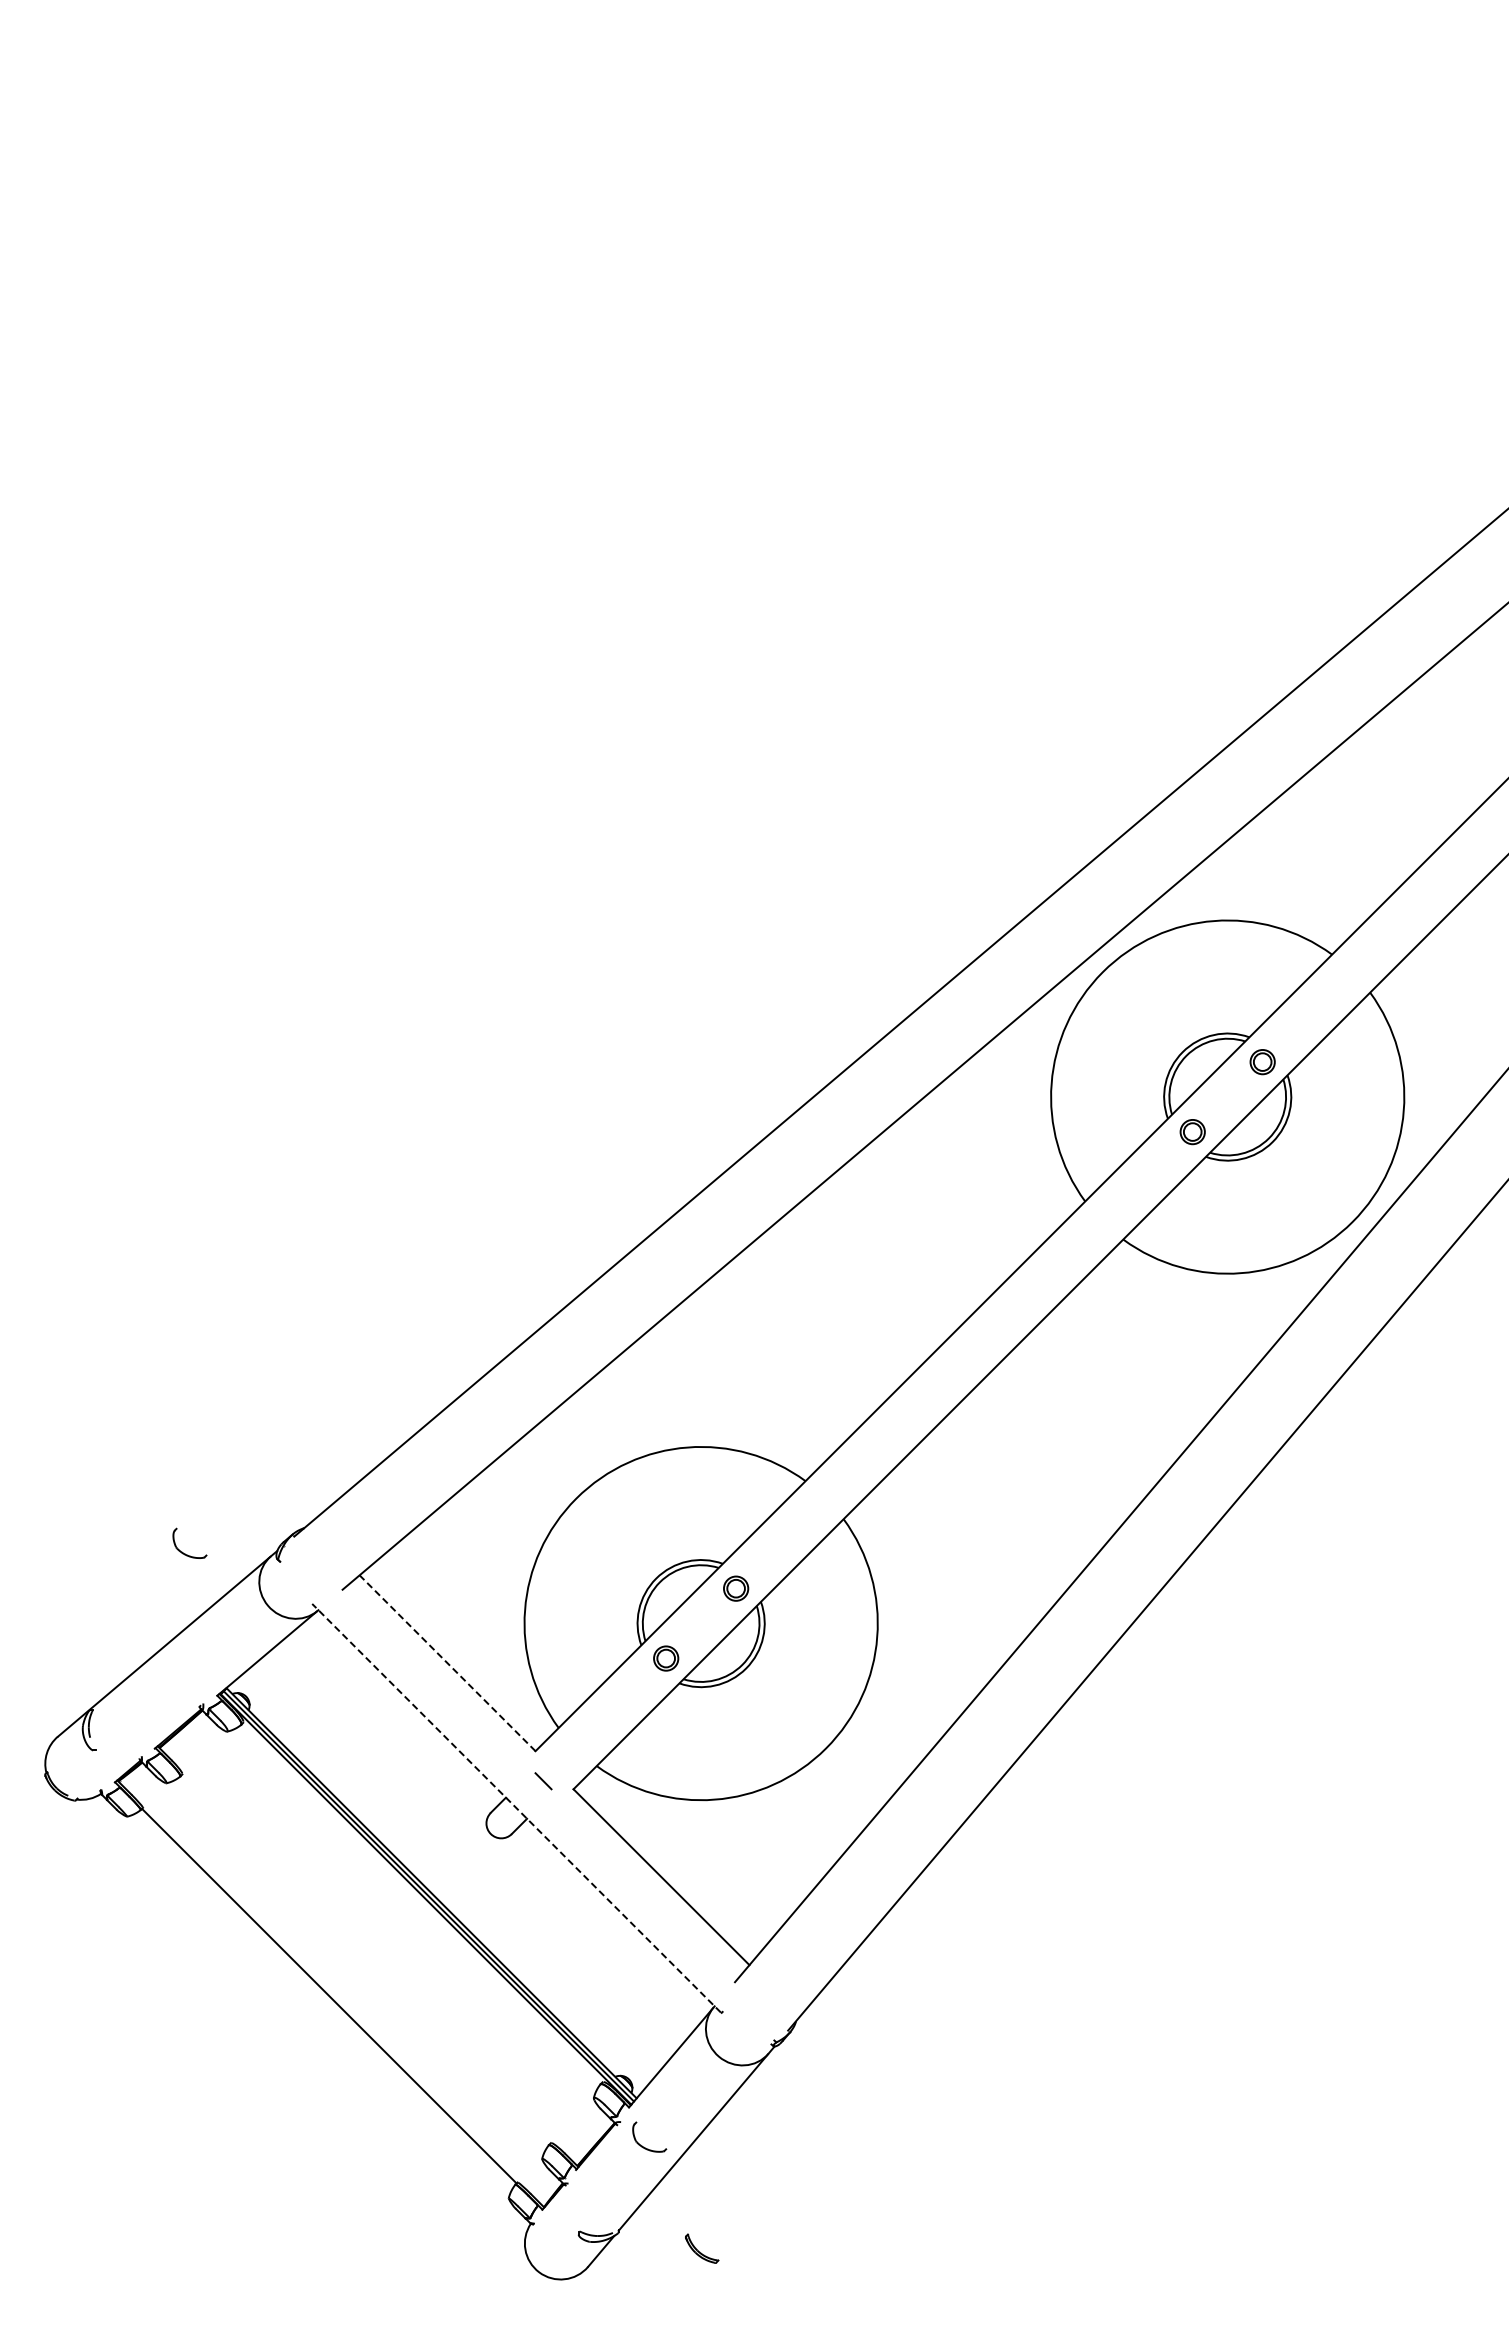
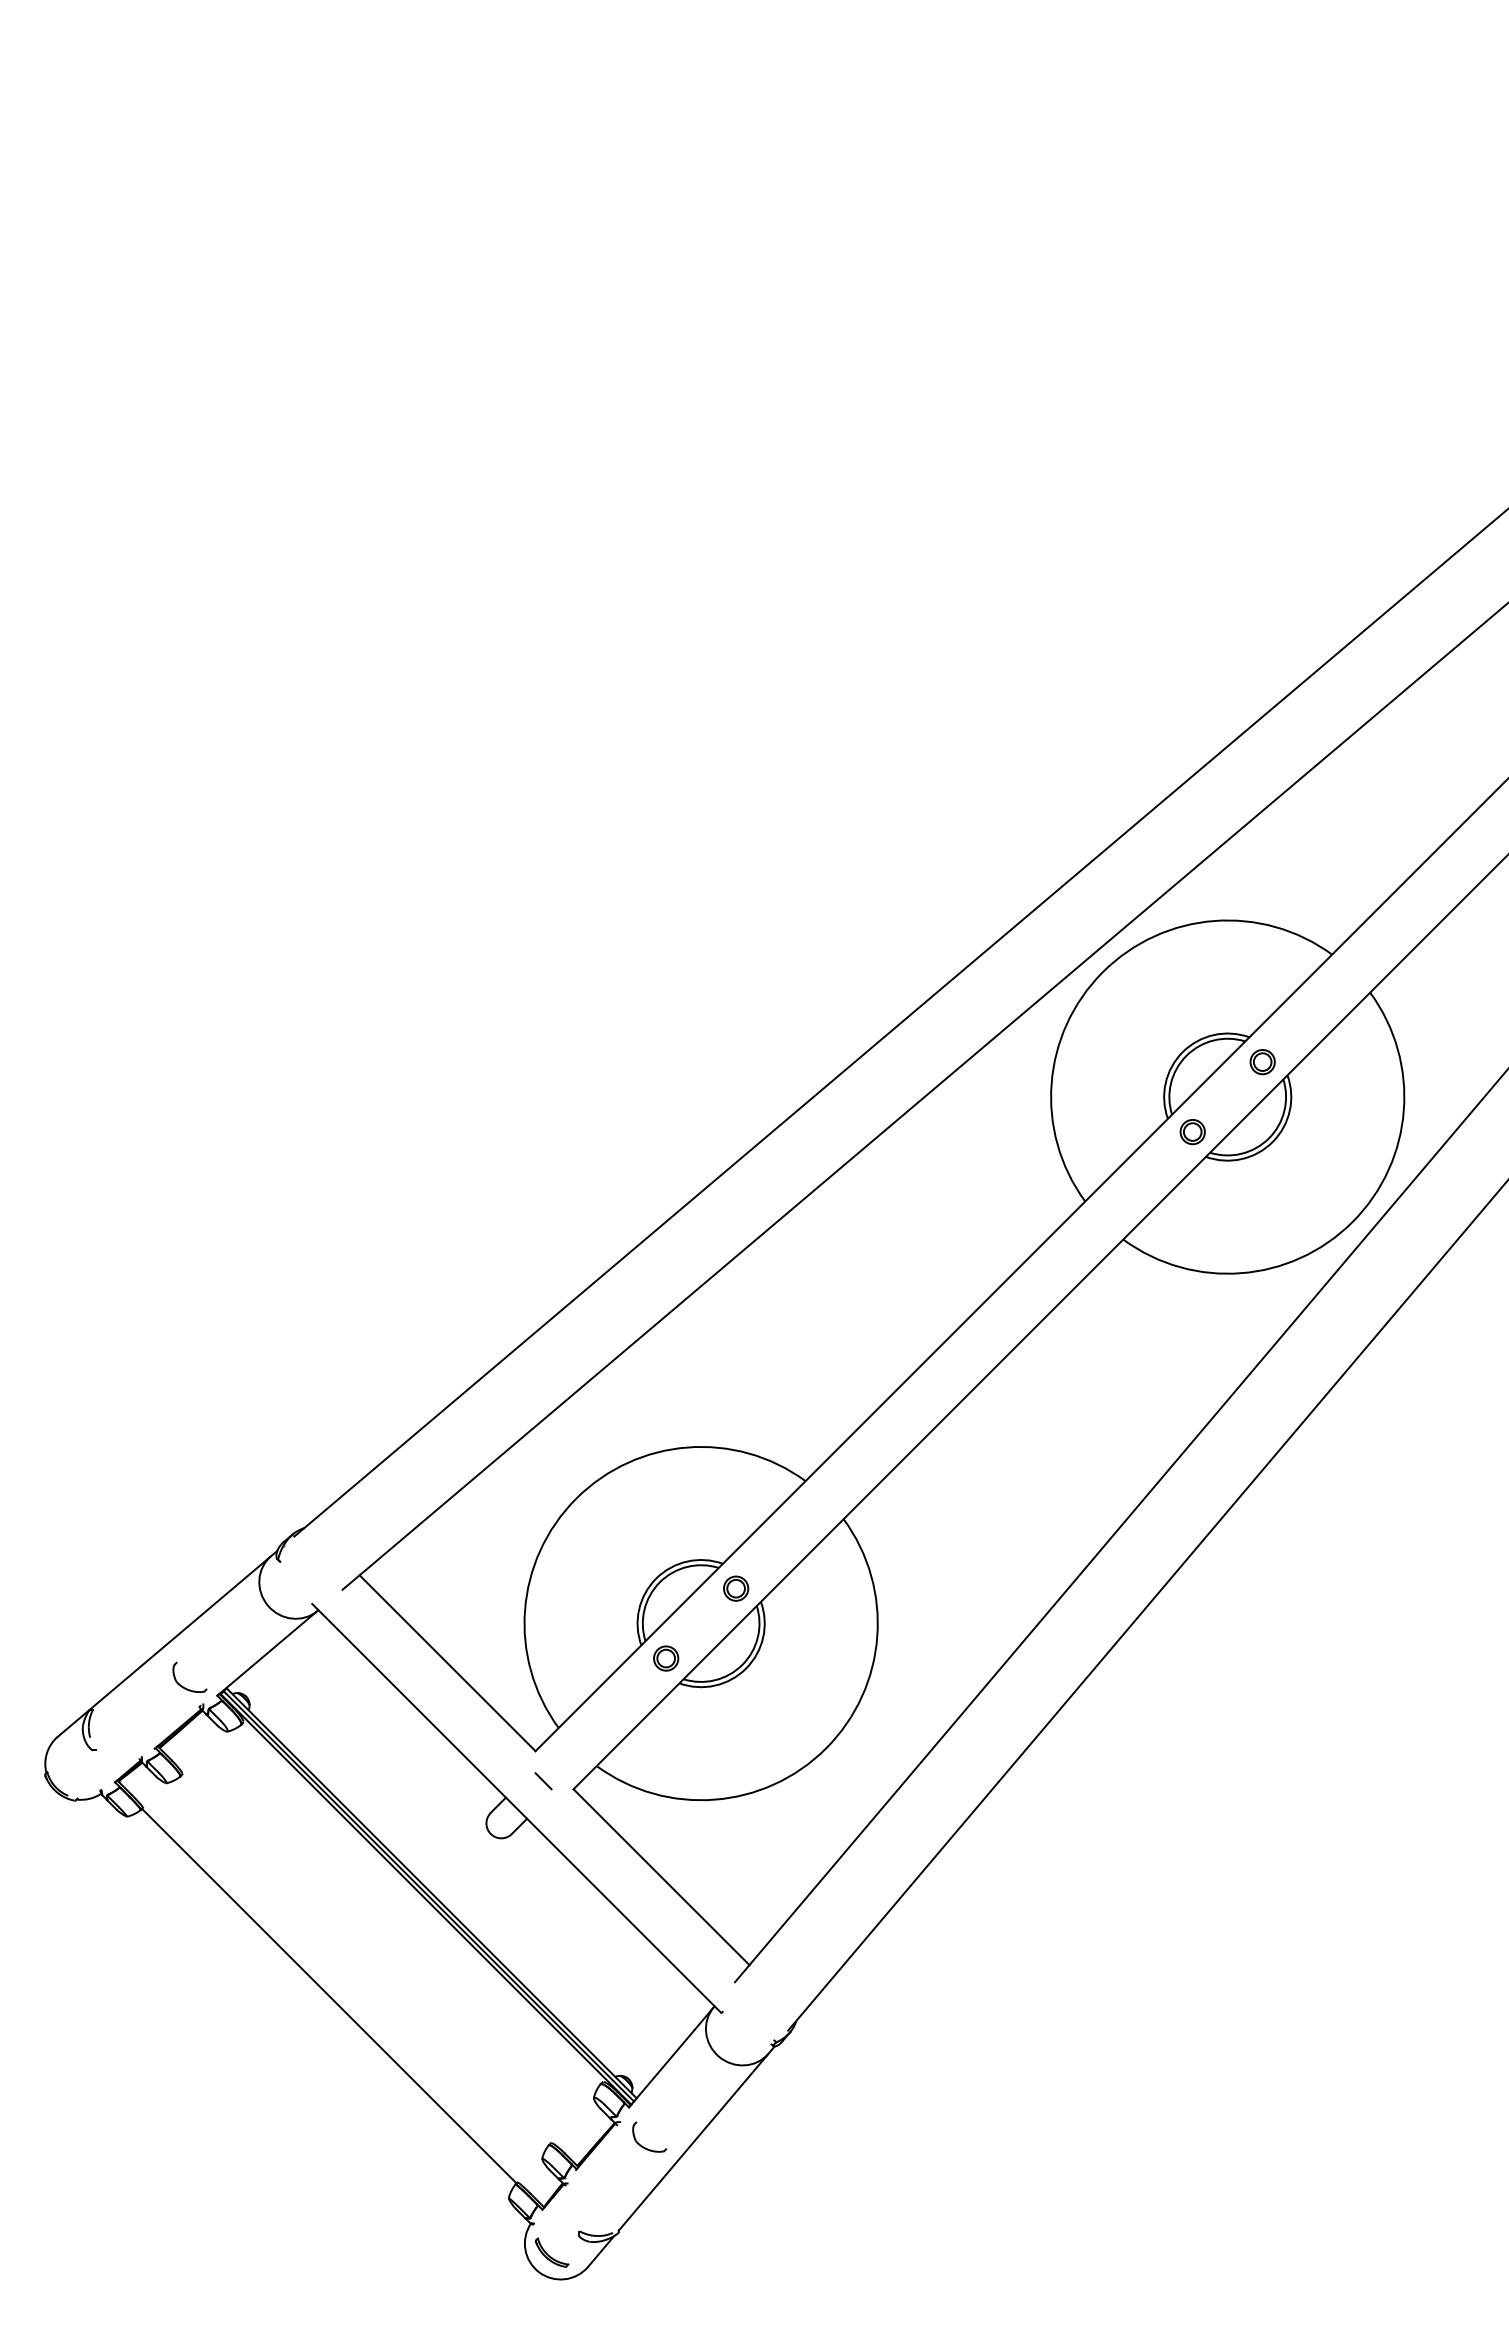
part at (182, 1551) position: (182, 1551) -> (182, 1685)
line at (447, 1662): dashed -> solid
line at (516, 1808): dashed -> solid
part at (702, 2248) position: (702, 2248) -> (552, 2252)
